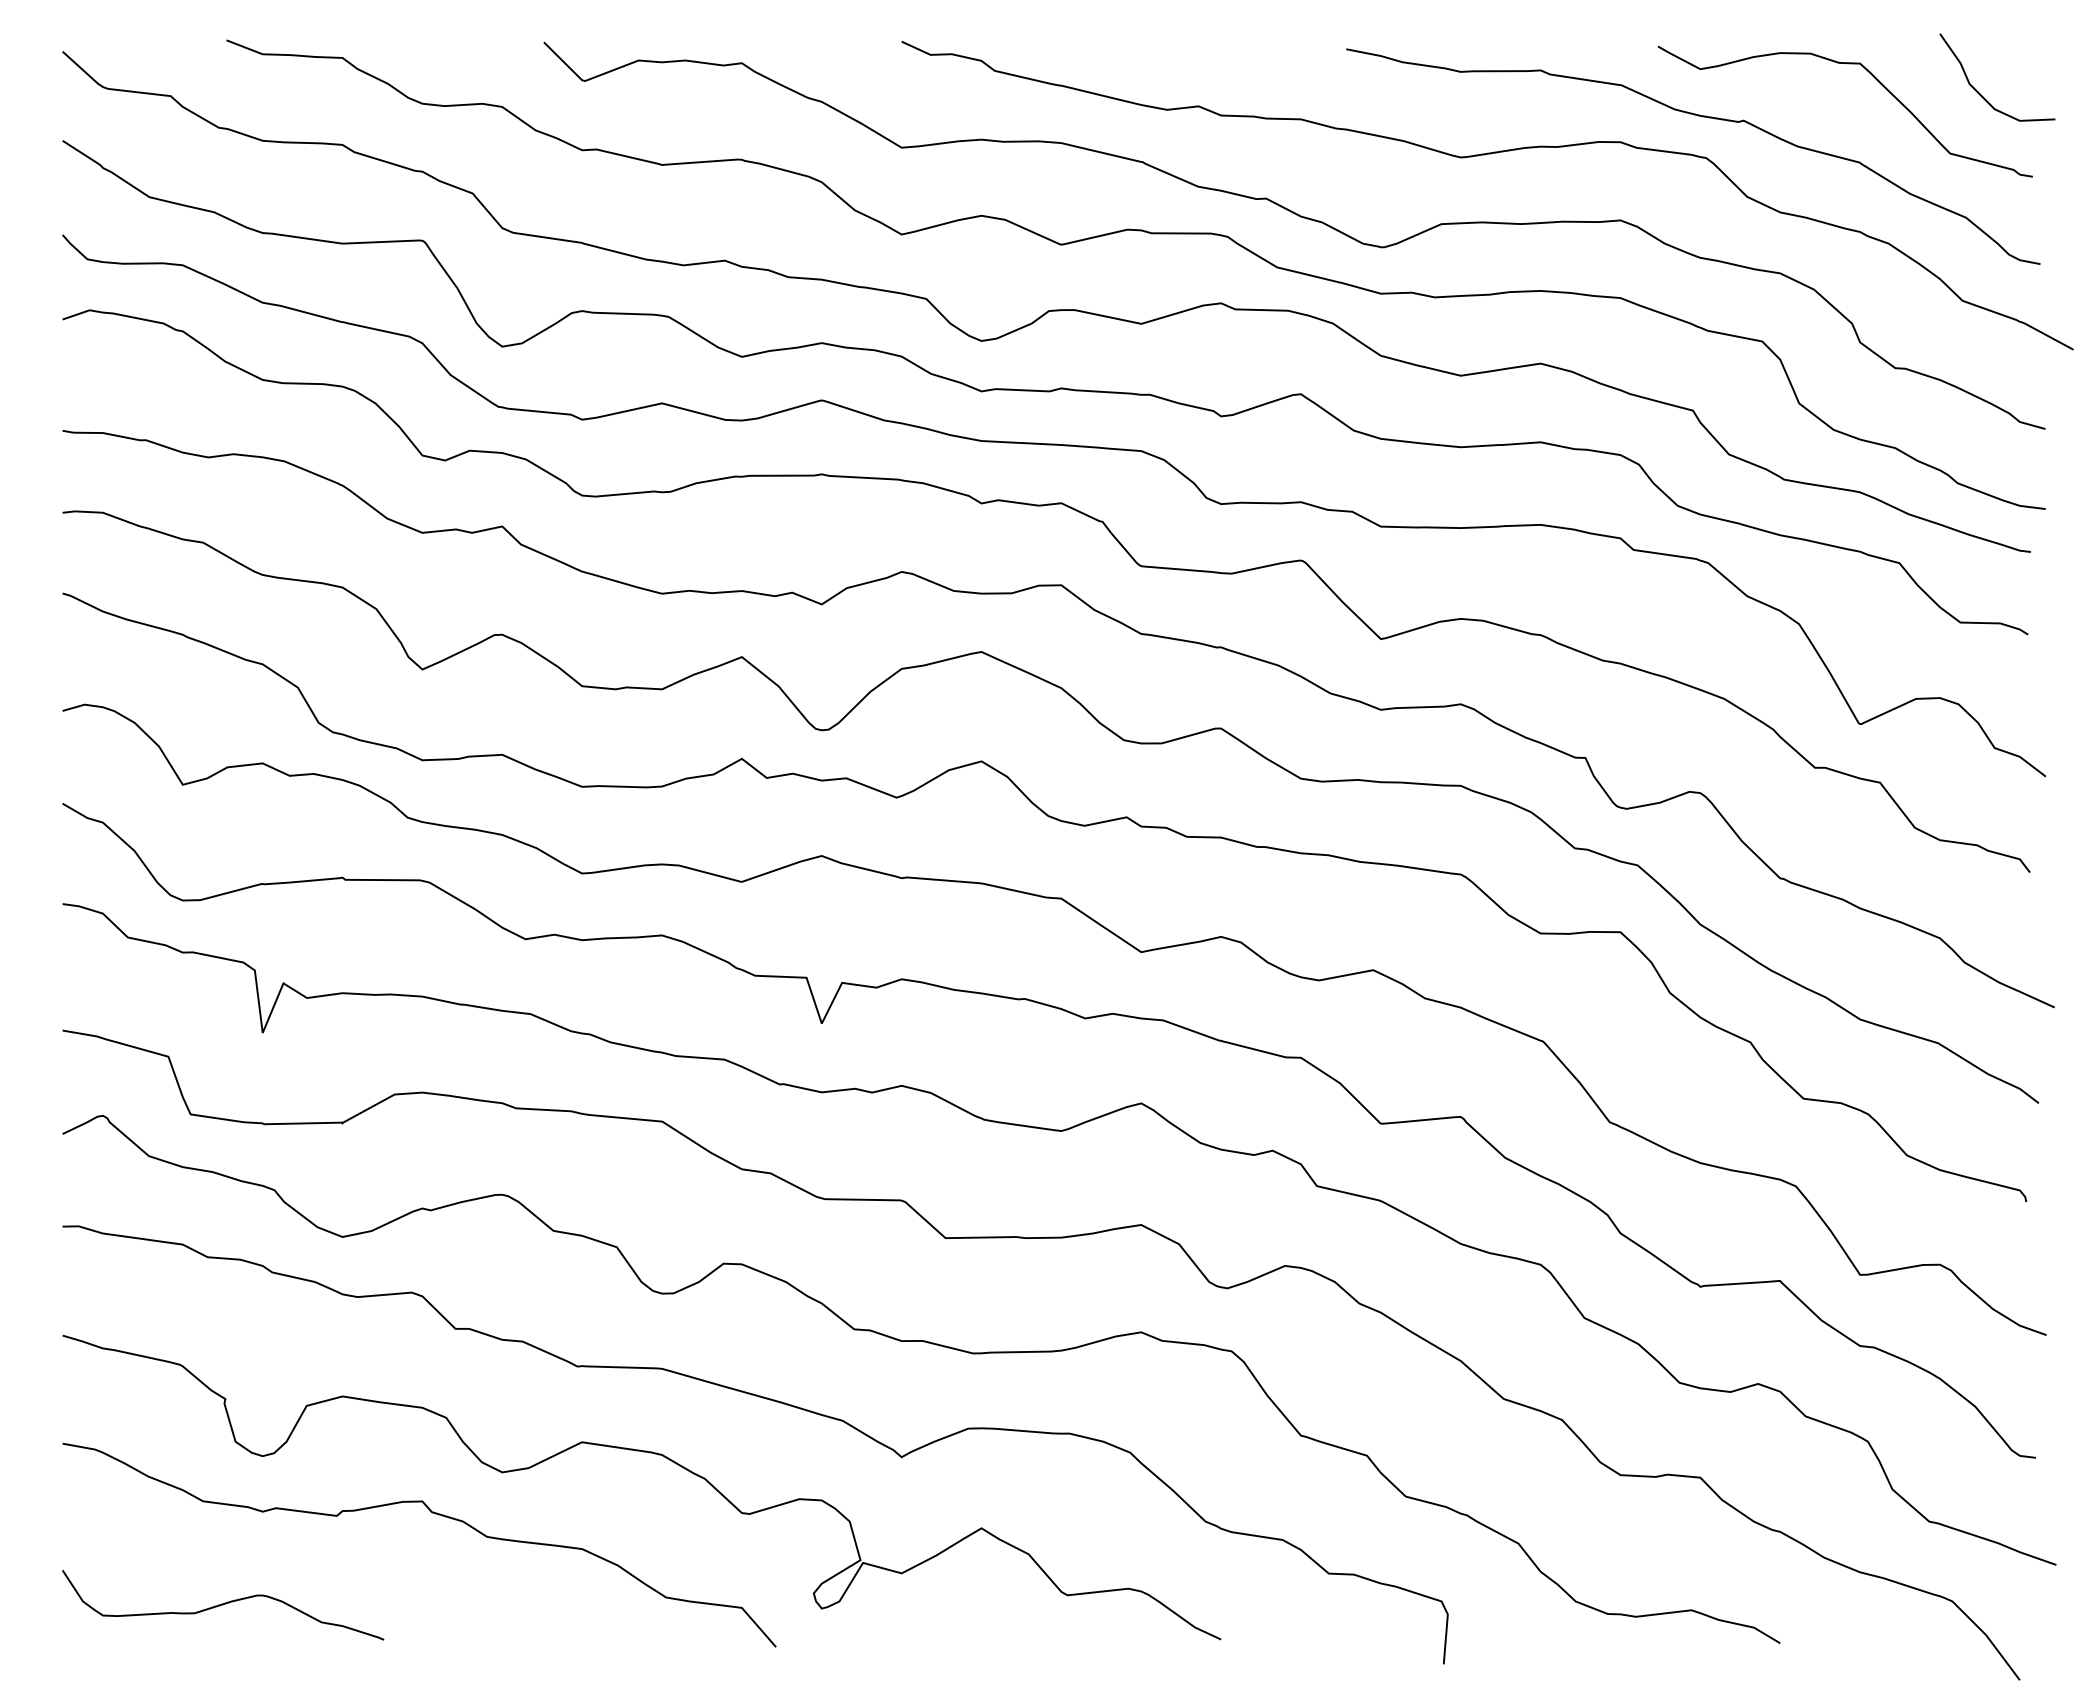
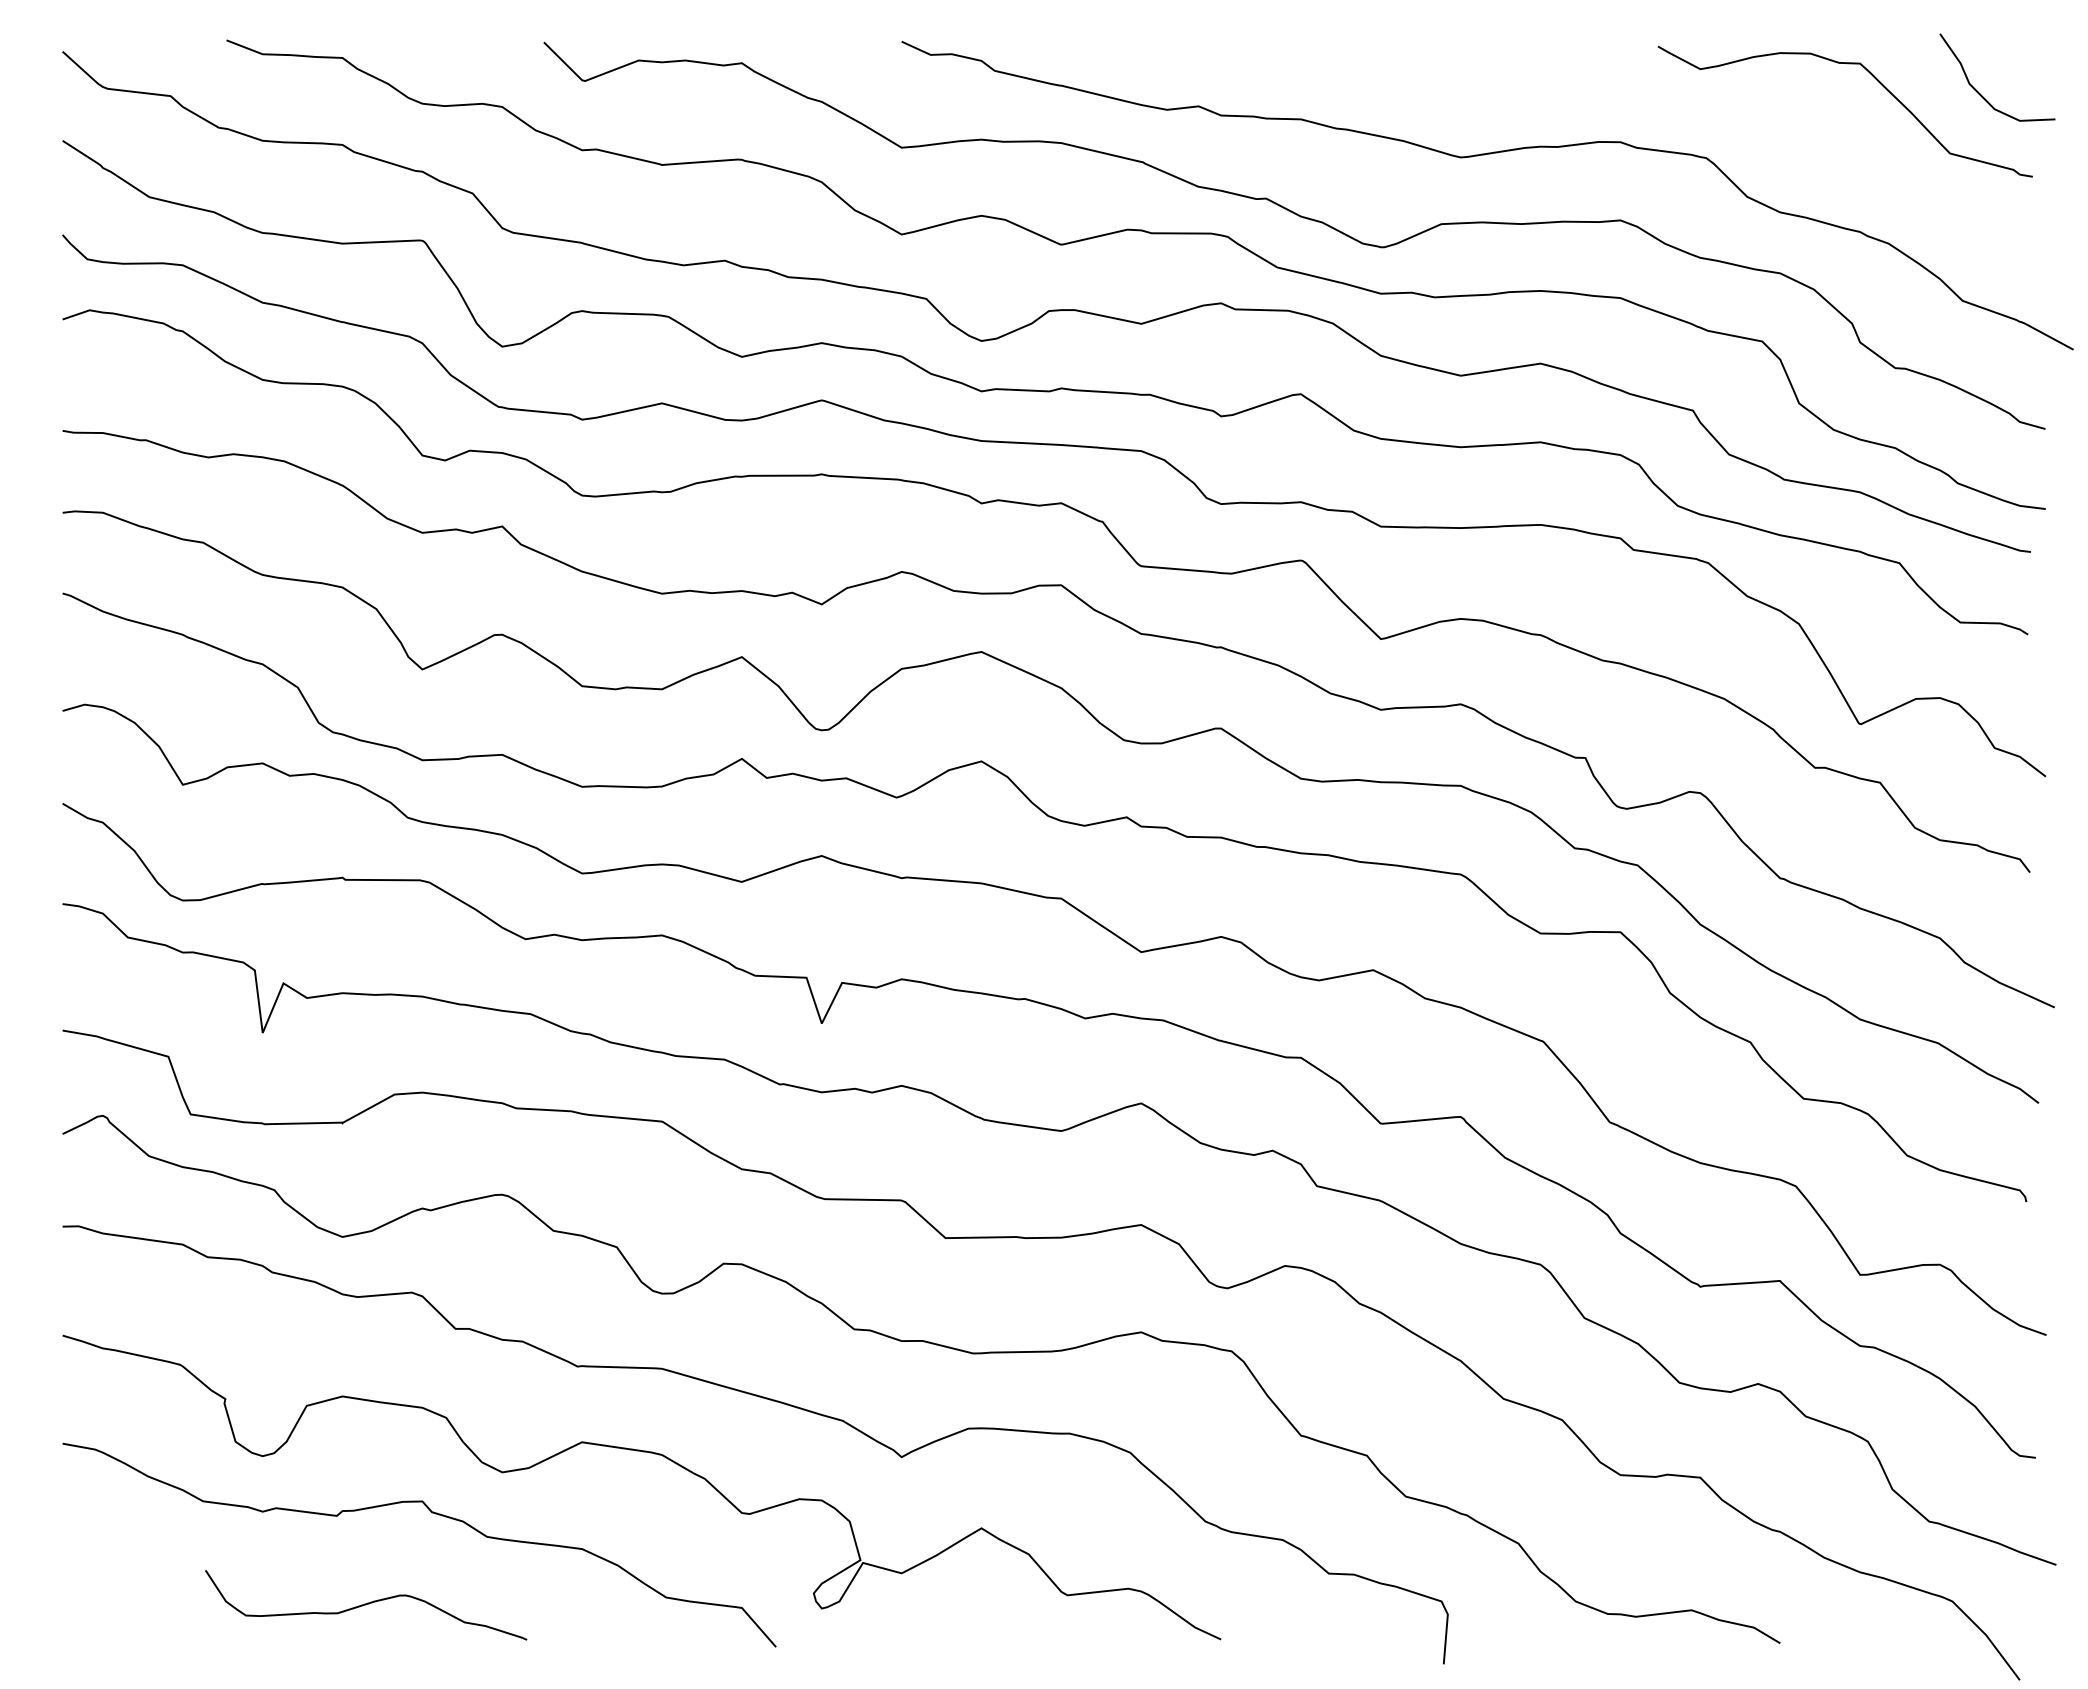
curve at (1702, 117): present -> none
curve at (223, 1605) position: (223, 1605) -> (366, 1605)
